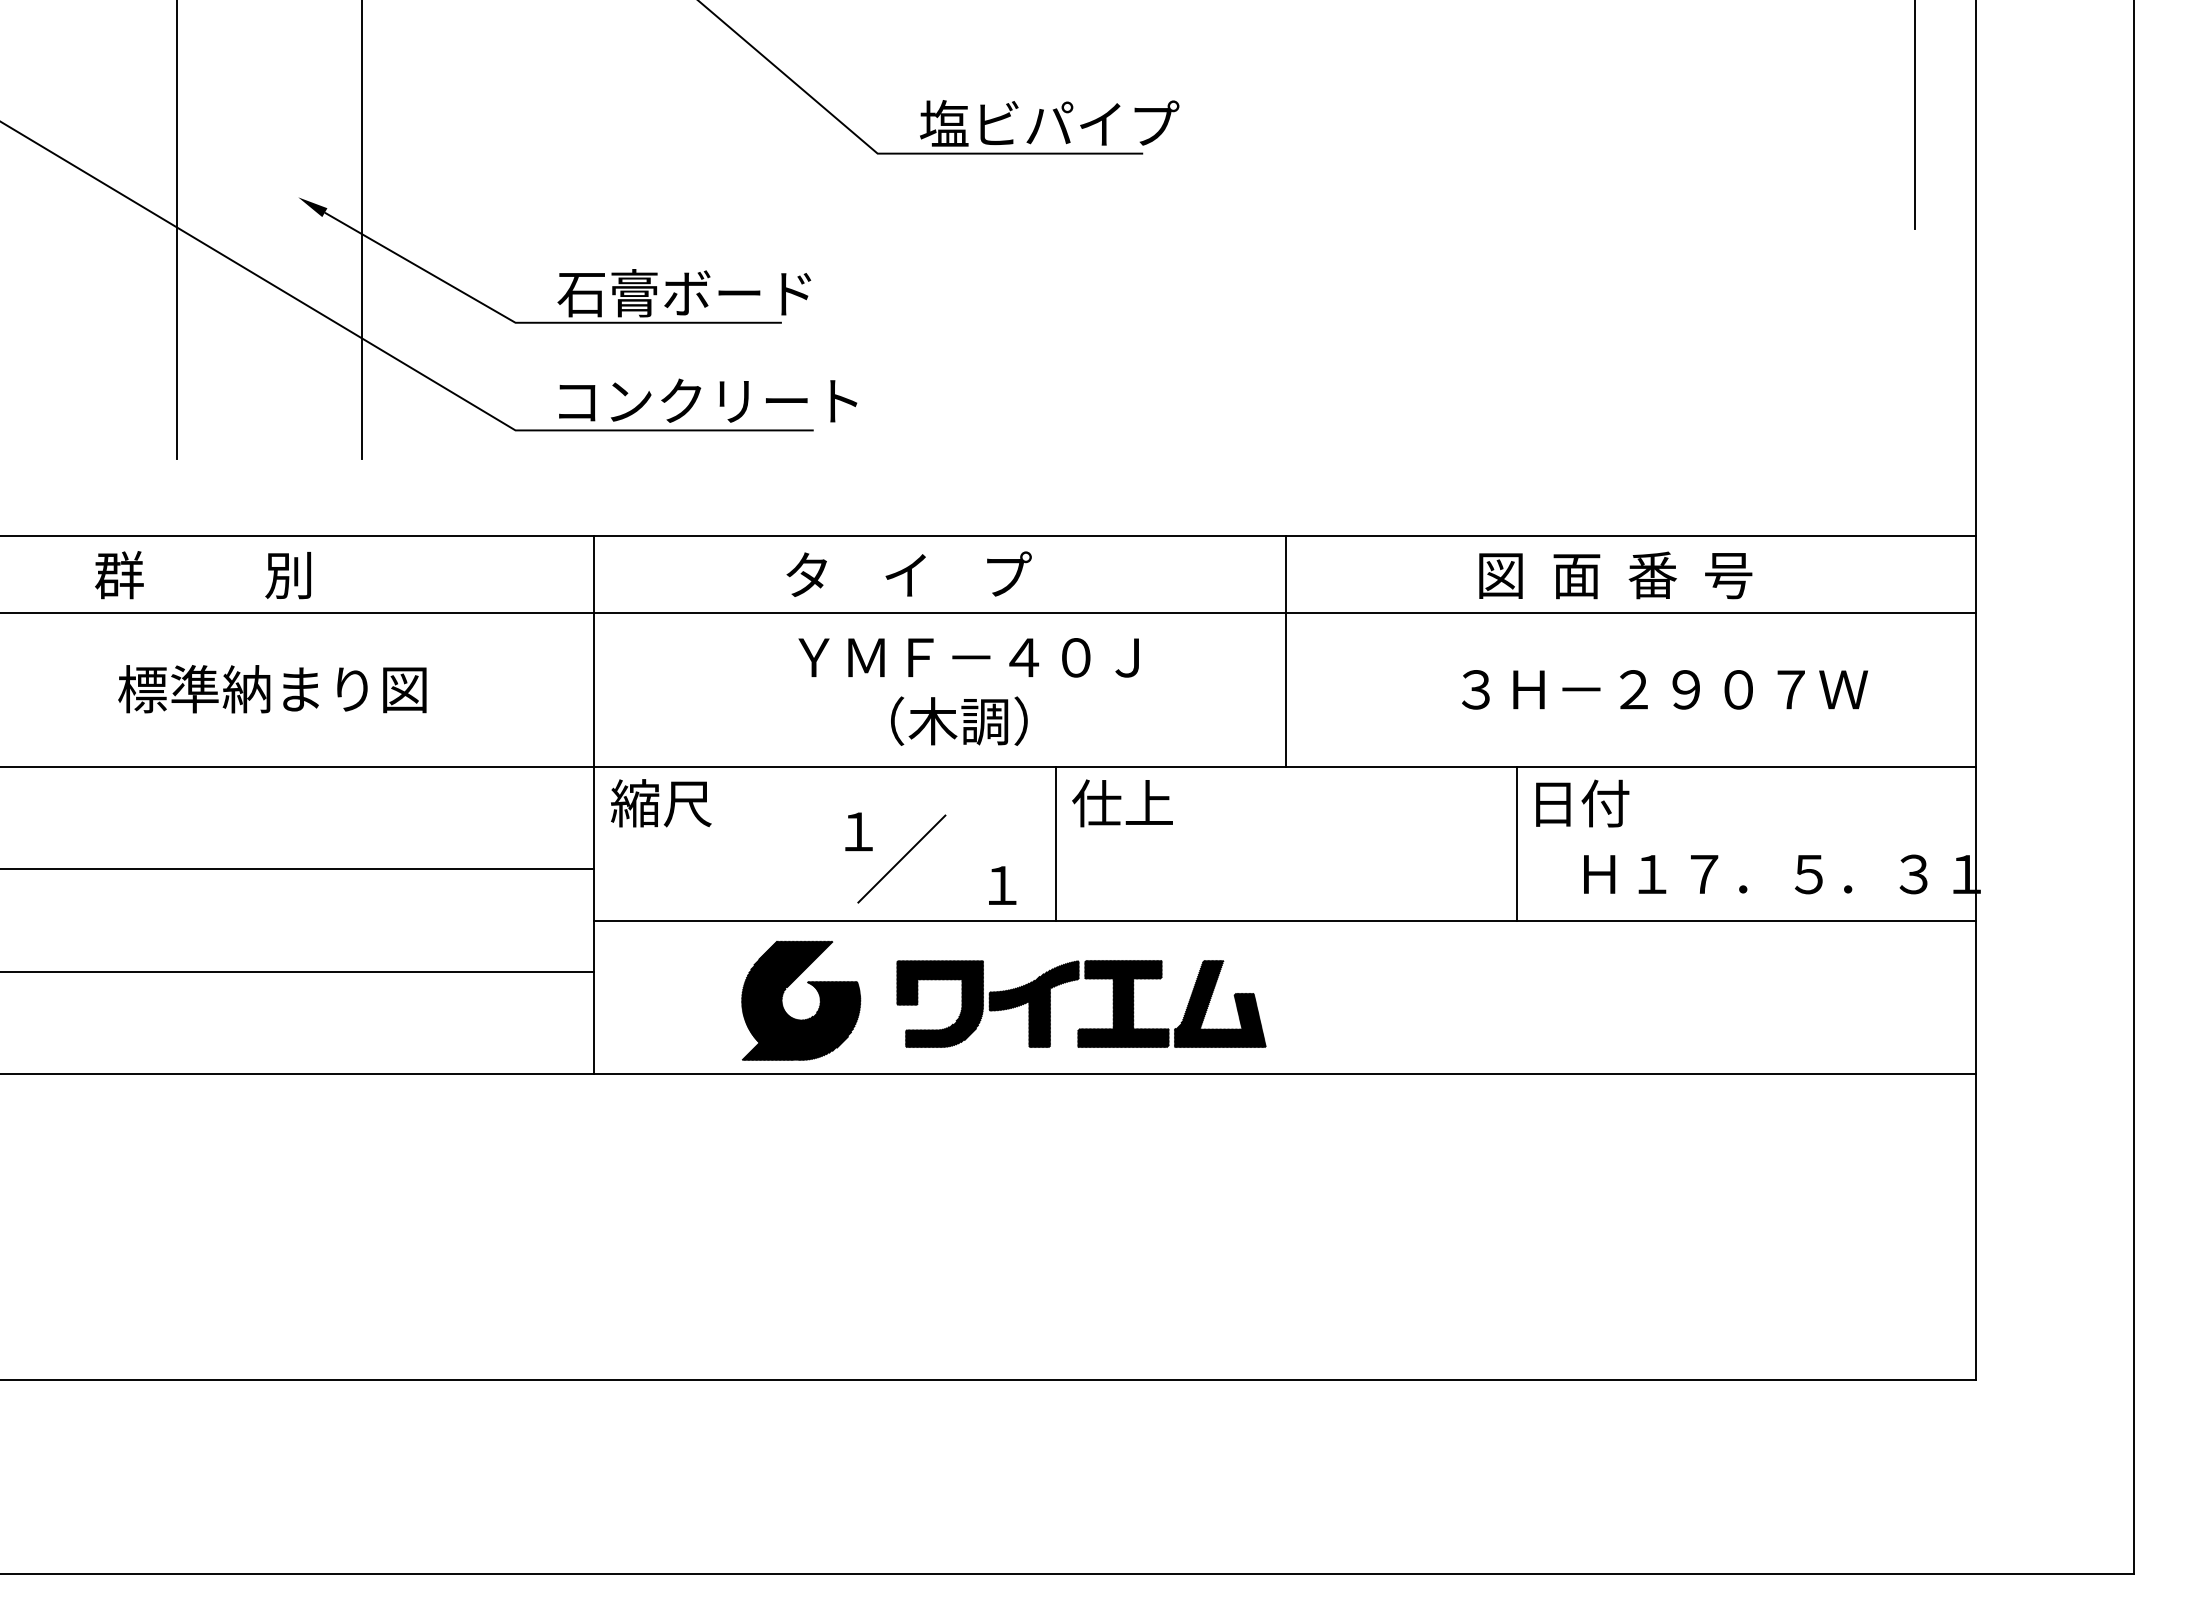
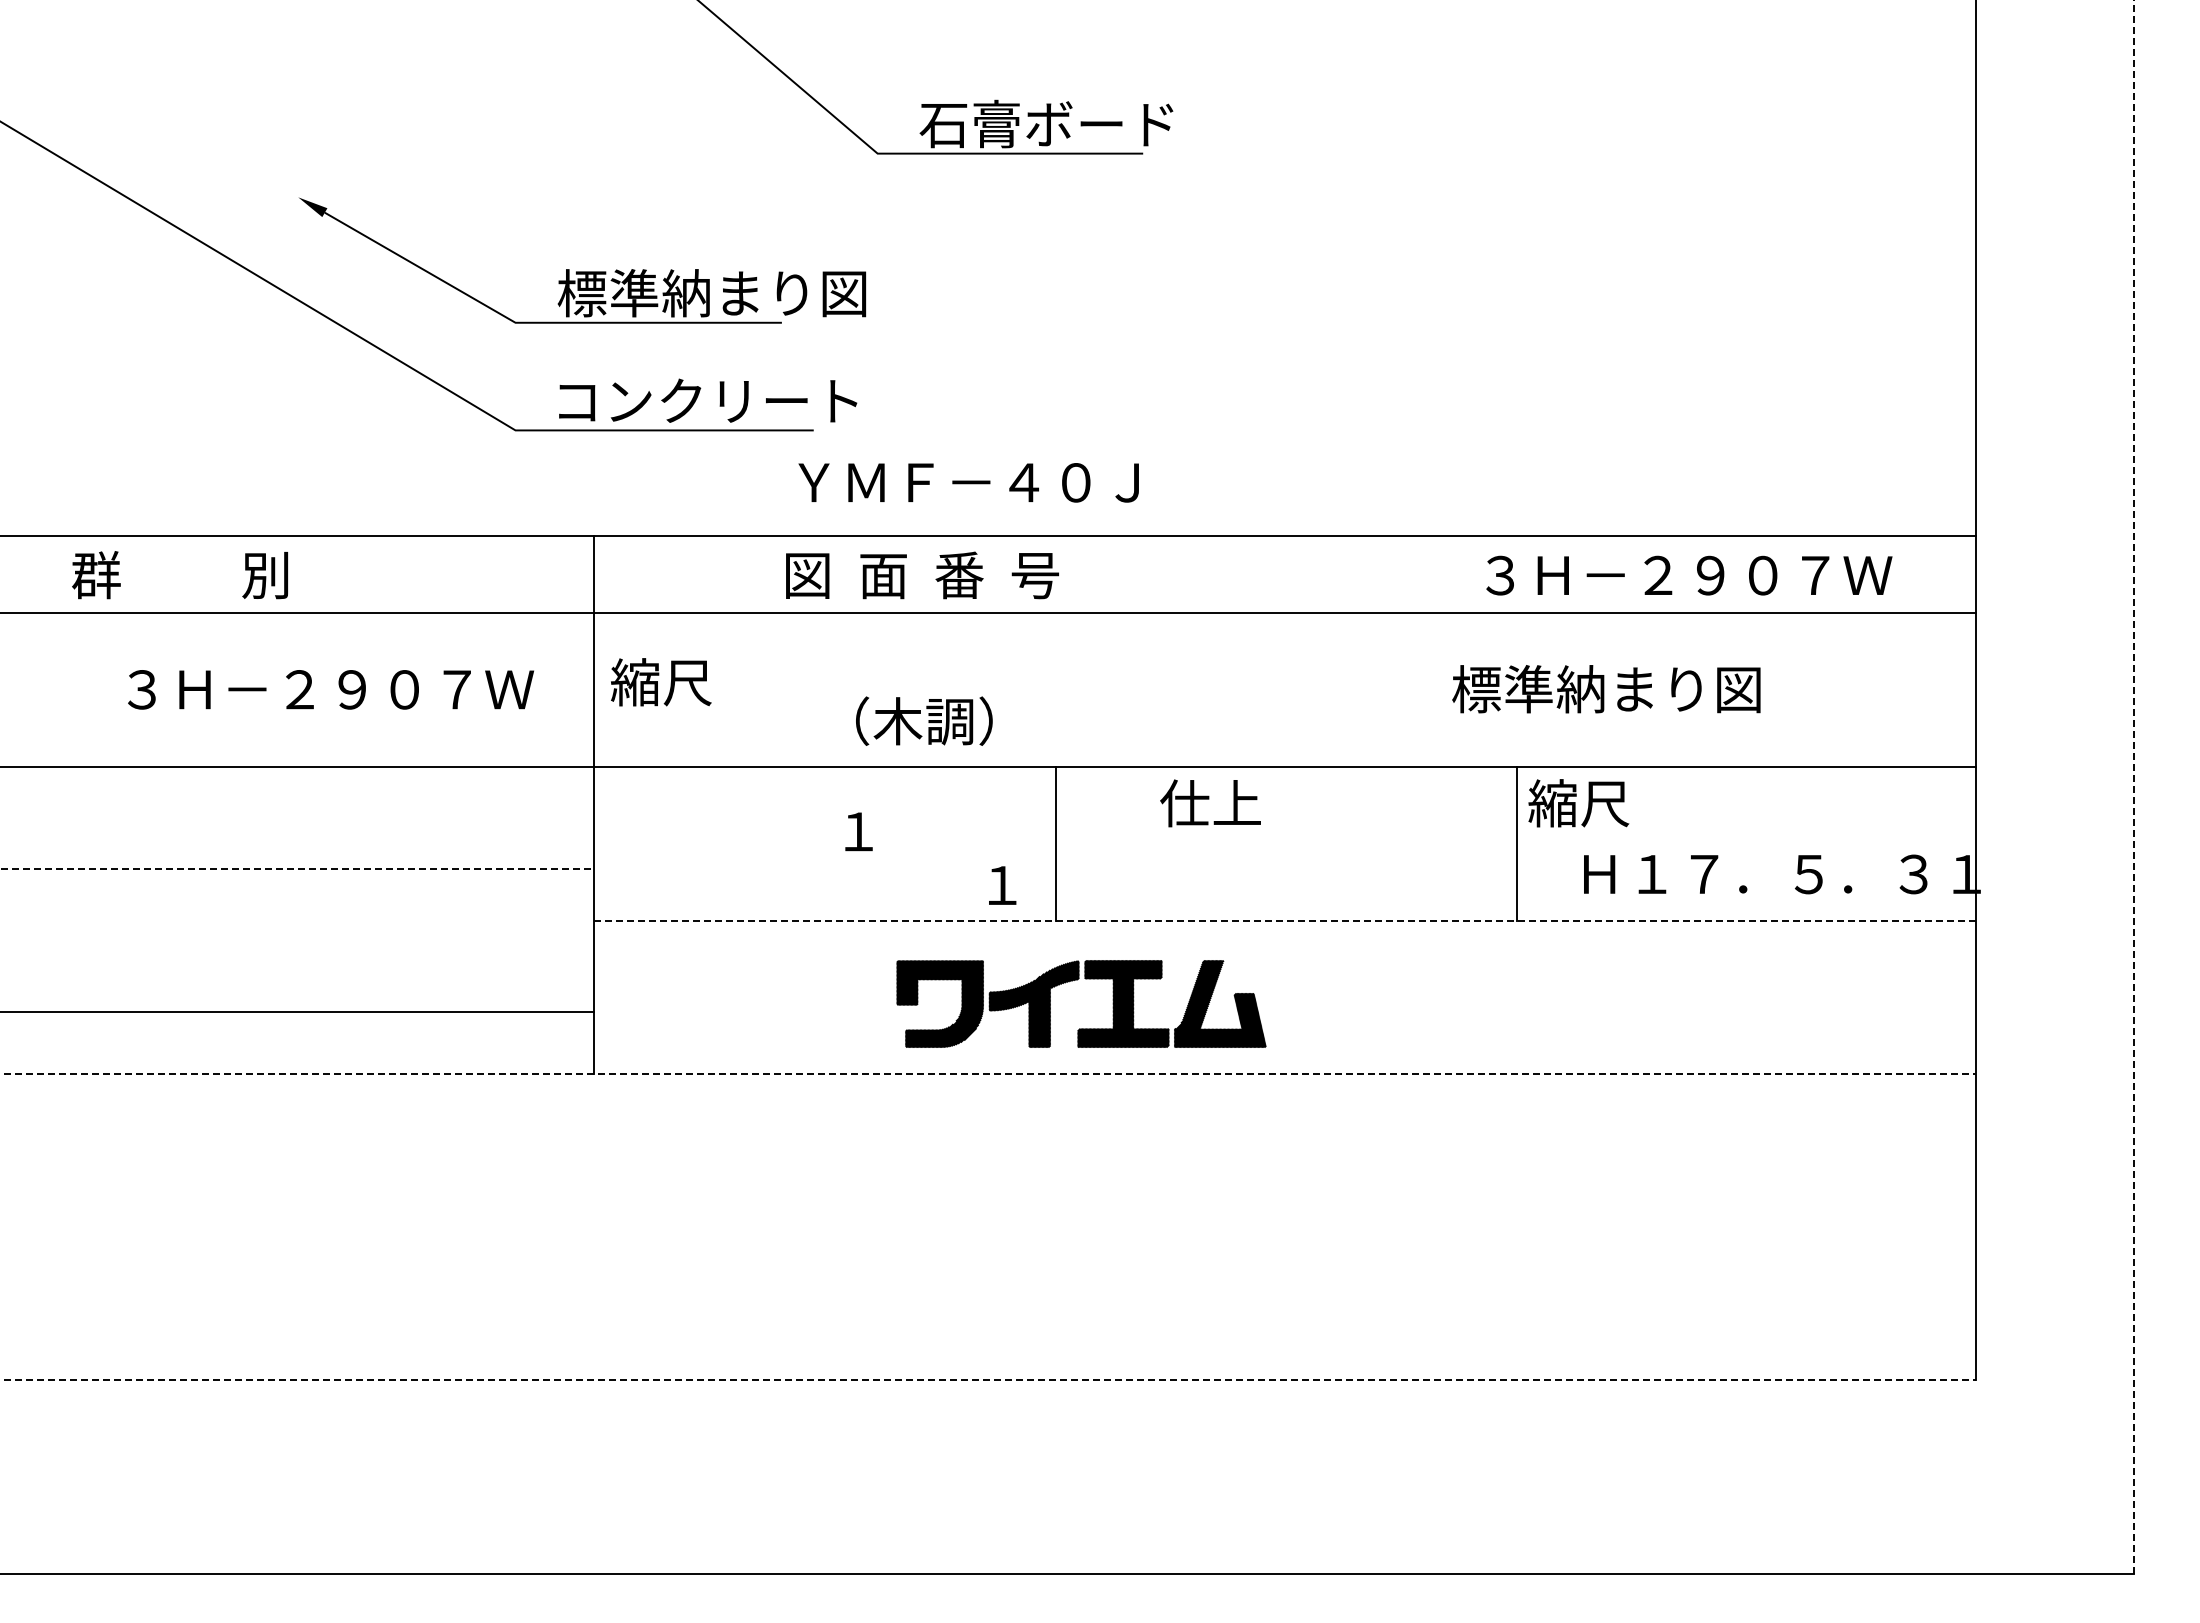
line at (1914, 115): present -> none
text at (1049, 123): 塩ビパイプ -> 石膏ボード
line at (177, 230): present -> none
line at (361, 230): present -> none
text at (711, 293): 石膏ボード -> 標準納まり図
text at (202, 575) position: (202, 575) -> (179, 575)
text at (922, 575): タ    イ    プ -> 図  面  番  号
text at (1685, 575): 図  面  番  号 -> ３Ｈ－２９０７Ｗ
line at (1286, 651): present -> none
text at (968, 657) position: (968, 657) -> (968, 482)
text at (326, 689): 標準納まり図 -> ３Ｈ－２９０７Ｗ
text at (1660, 689): ３Ｈ－２９０７Ｗ -> 標準納まり図
text at (959, 720) position: (959, 720) -> (924, 720)
line at (2134, 787): solid -> dashed
text at (661, 803) position: (661, 803) -> (661, 682)
text at (1122, 803) position: (1122, 803) -> (1210, 803)
text at (1578, 803): 日付 -> 縮尺
line at (901, 858): present -> none
line at (297, 869): solid -> dashed
line at (1285, 920): solid -> dashed
line at (298, 971) position: (298, 971) -> (298, 1011)
part at (809, 984): present -> none
line at (988, 1074): solid -> dashed
line at (988, 1379): solid -> dashed
